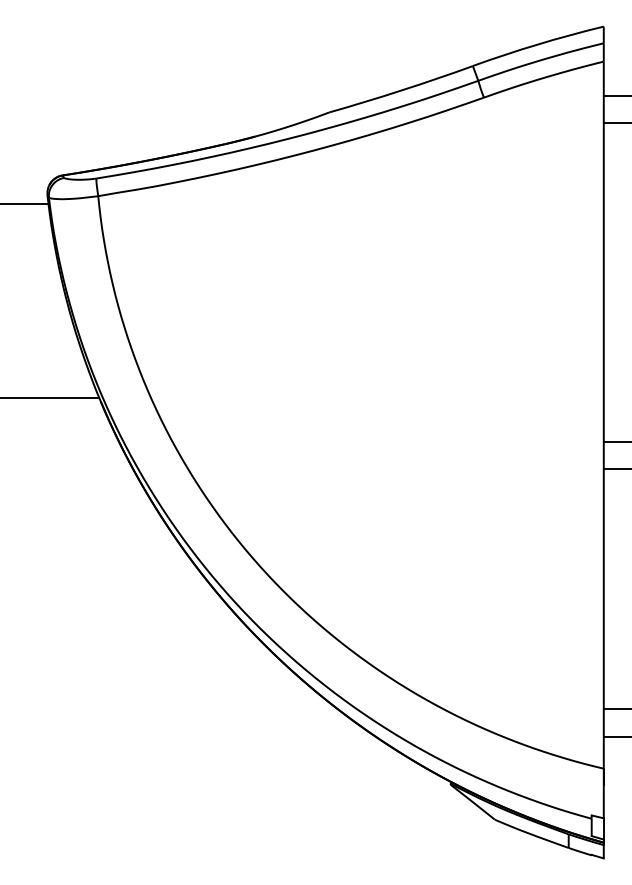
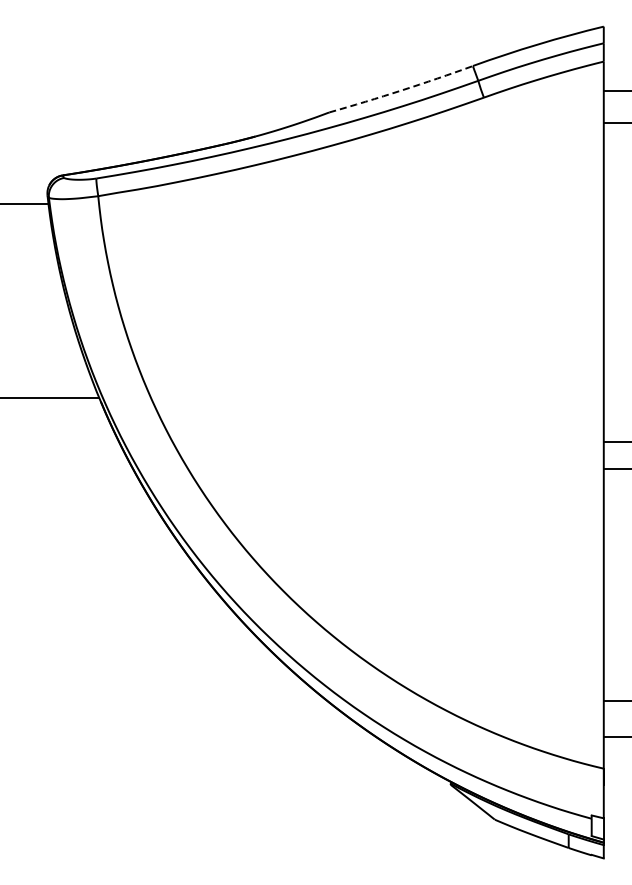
arc at (401, 90): solid -> dashed
line at (615, 96) position: (615, 96) -> (615, 91)
line at (615, 709) position: (615, 709) -> (615, 701)
